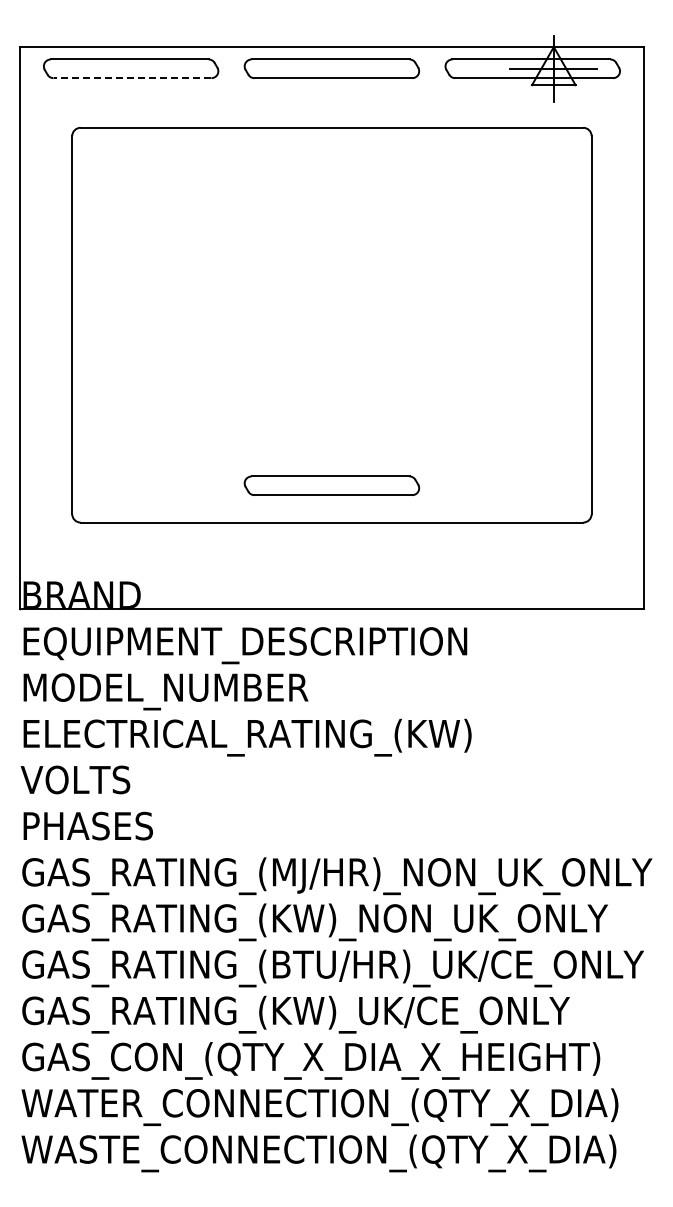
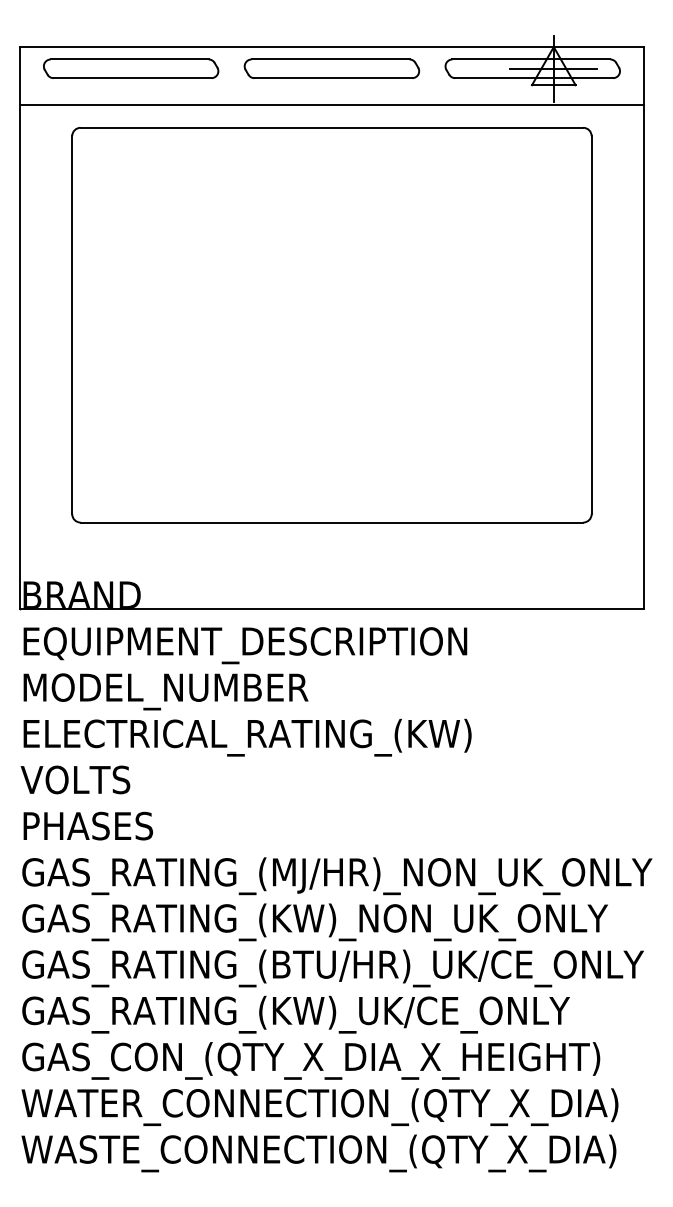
line at (132, 78): dashed -> solid
line at (332, 104): none -> present
part at (331, 485): present -> none
